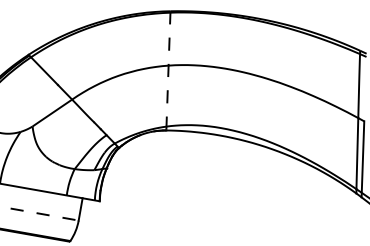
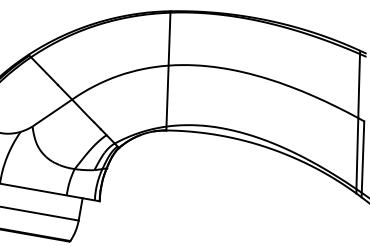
line at (168, 70): dashed -> solid
line at (39, 213): dashed -> solid
